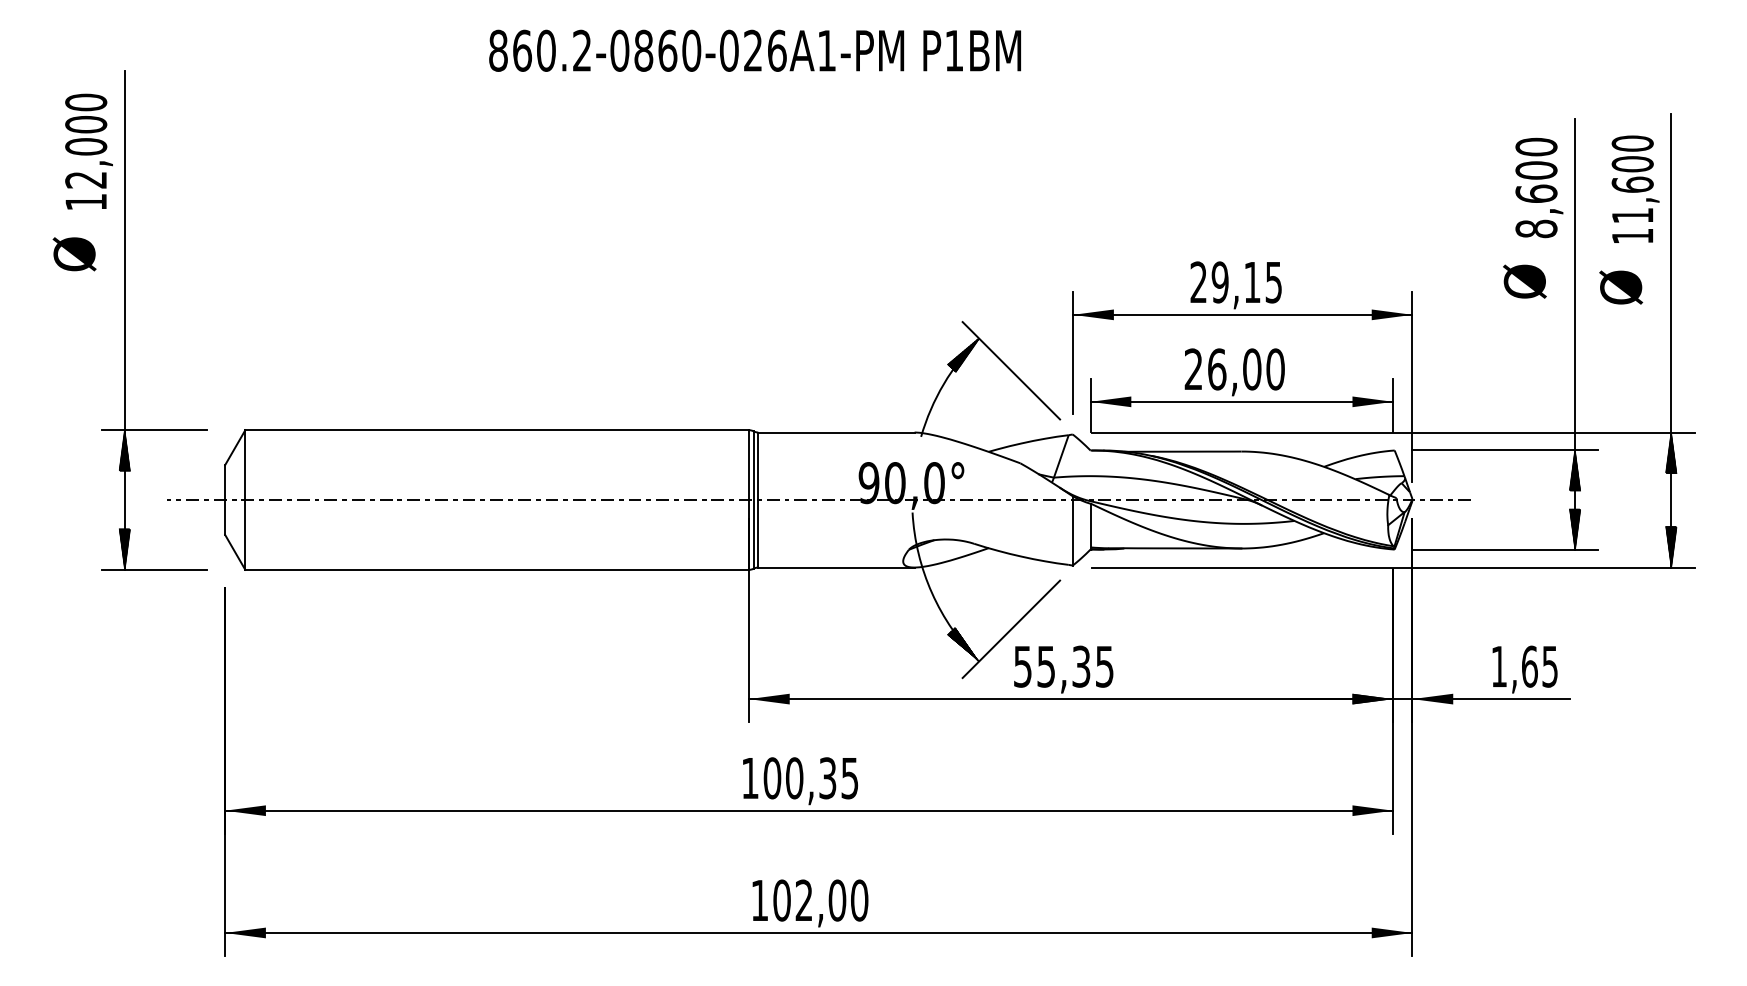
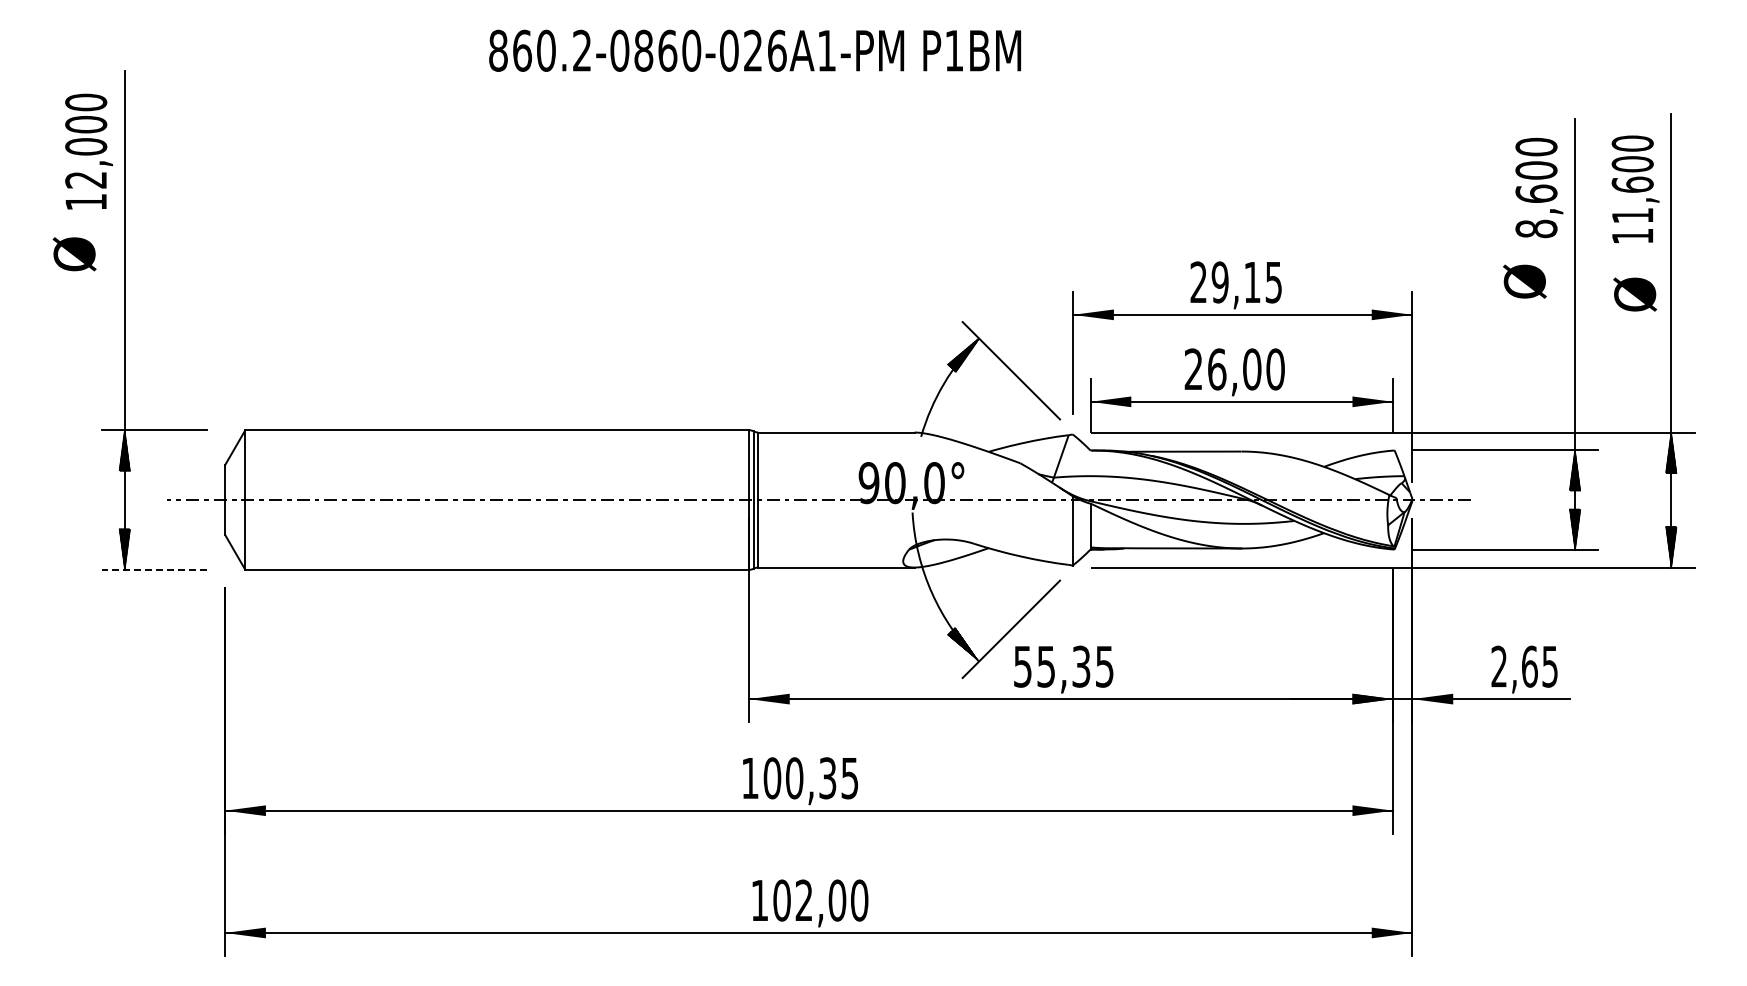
text at (1621, 287) position: (1621, 287) -> (1635, 294)
line at (154, 569): solid -> dashed
text at (1498, 665): 1,65 -> 2,65
